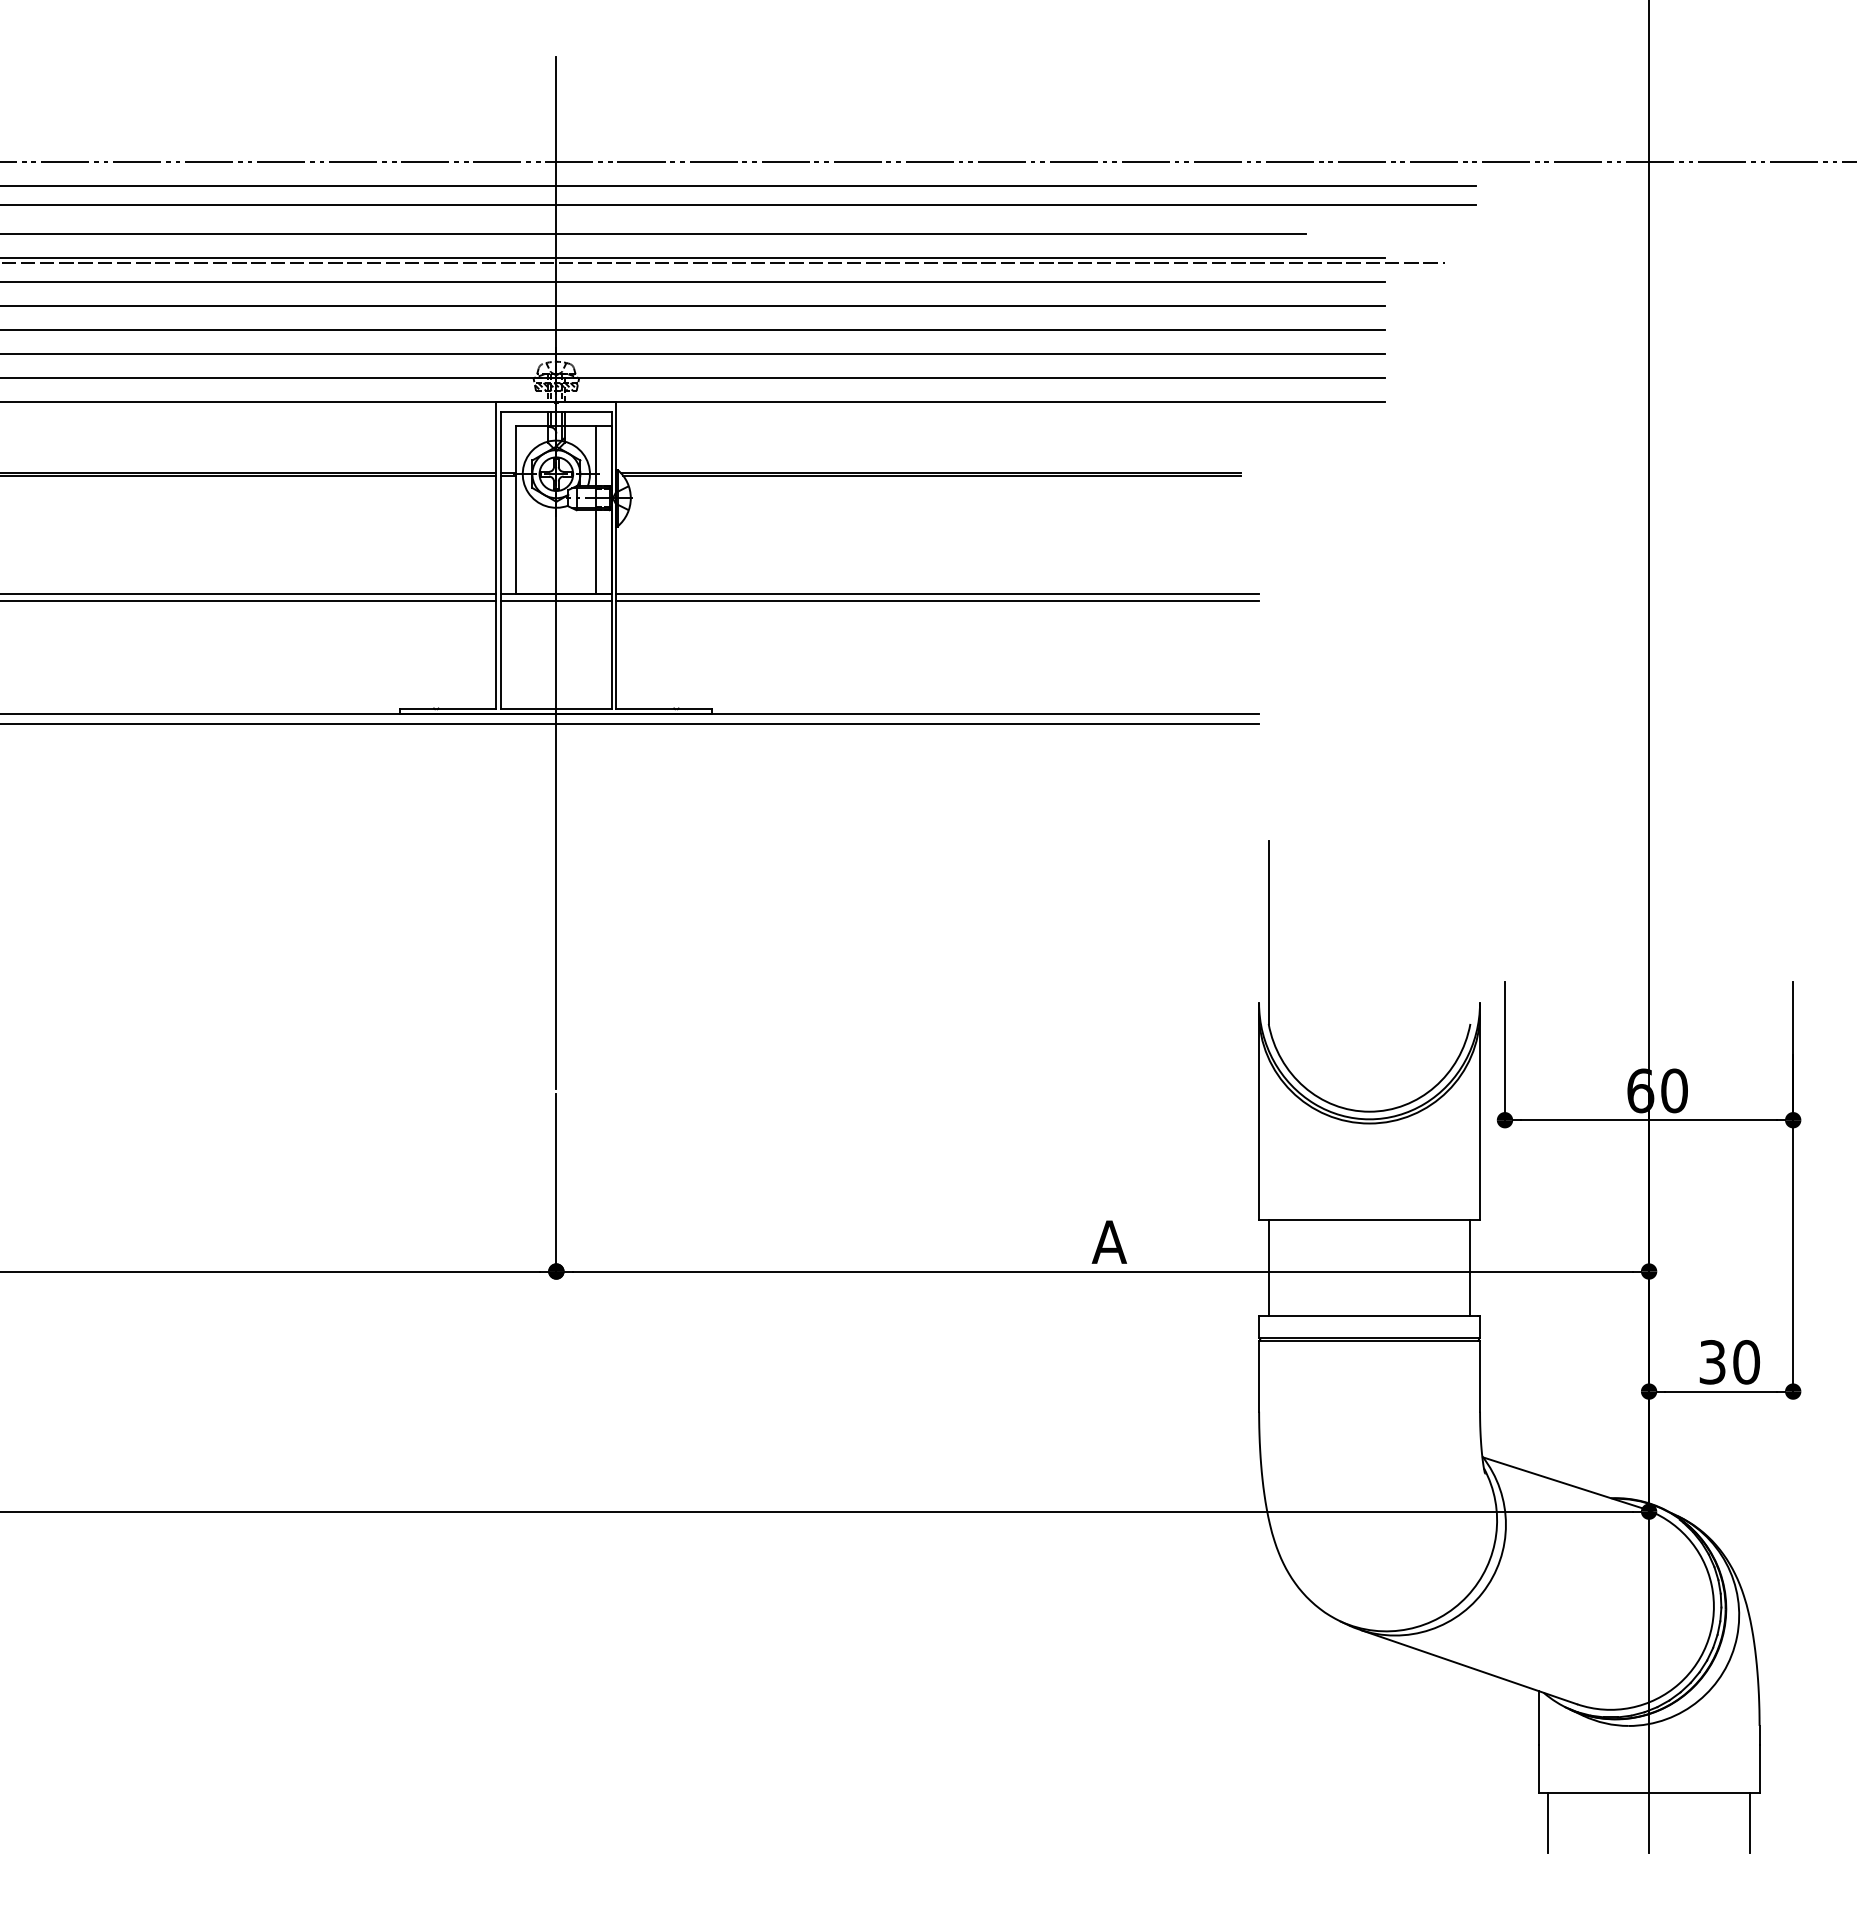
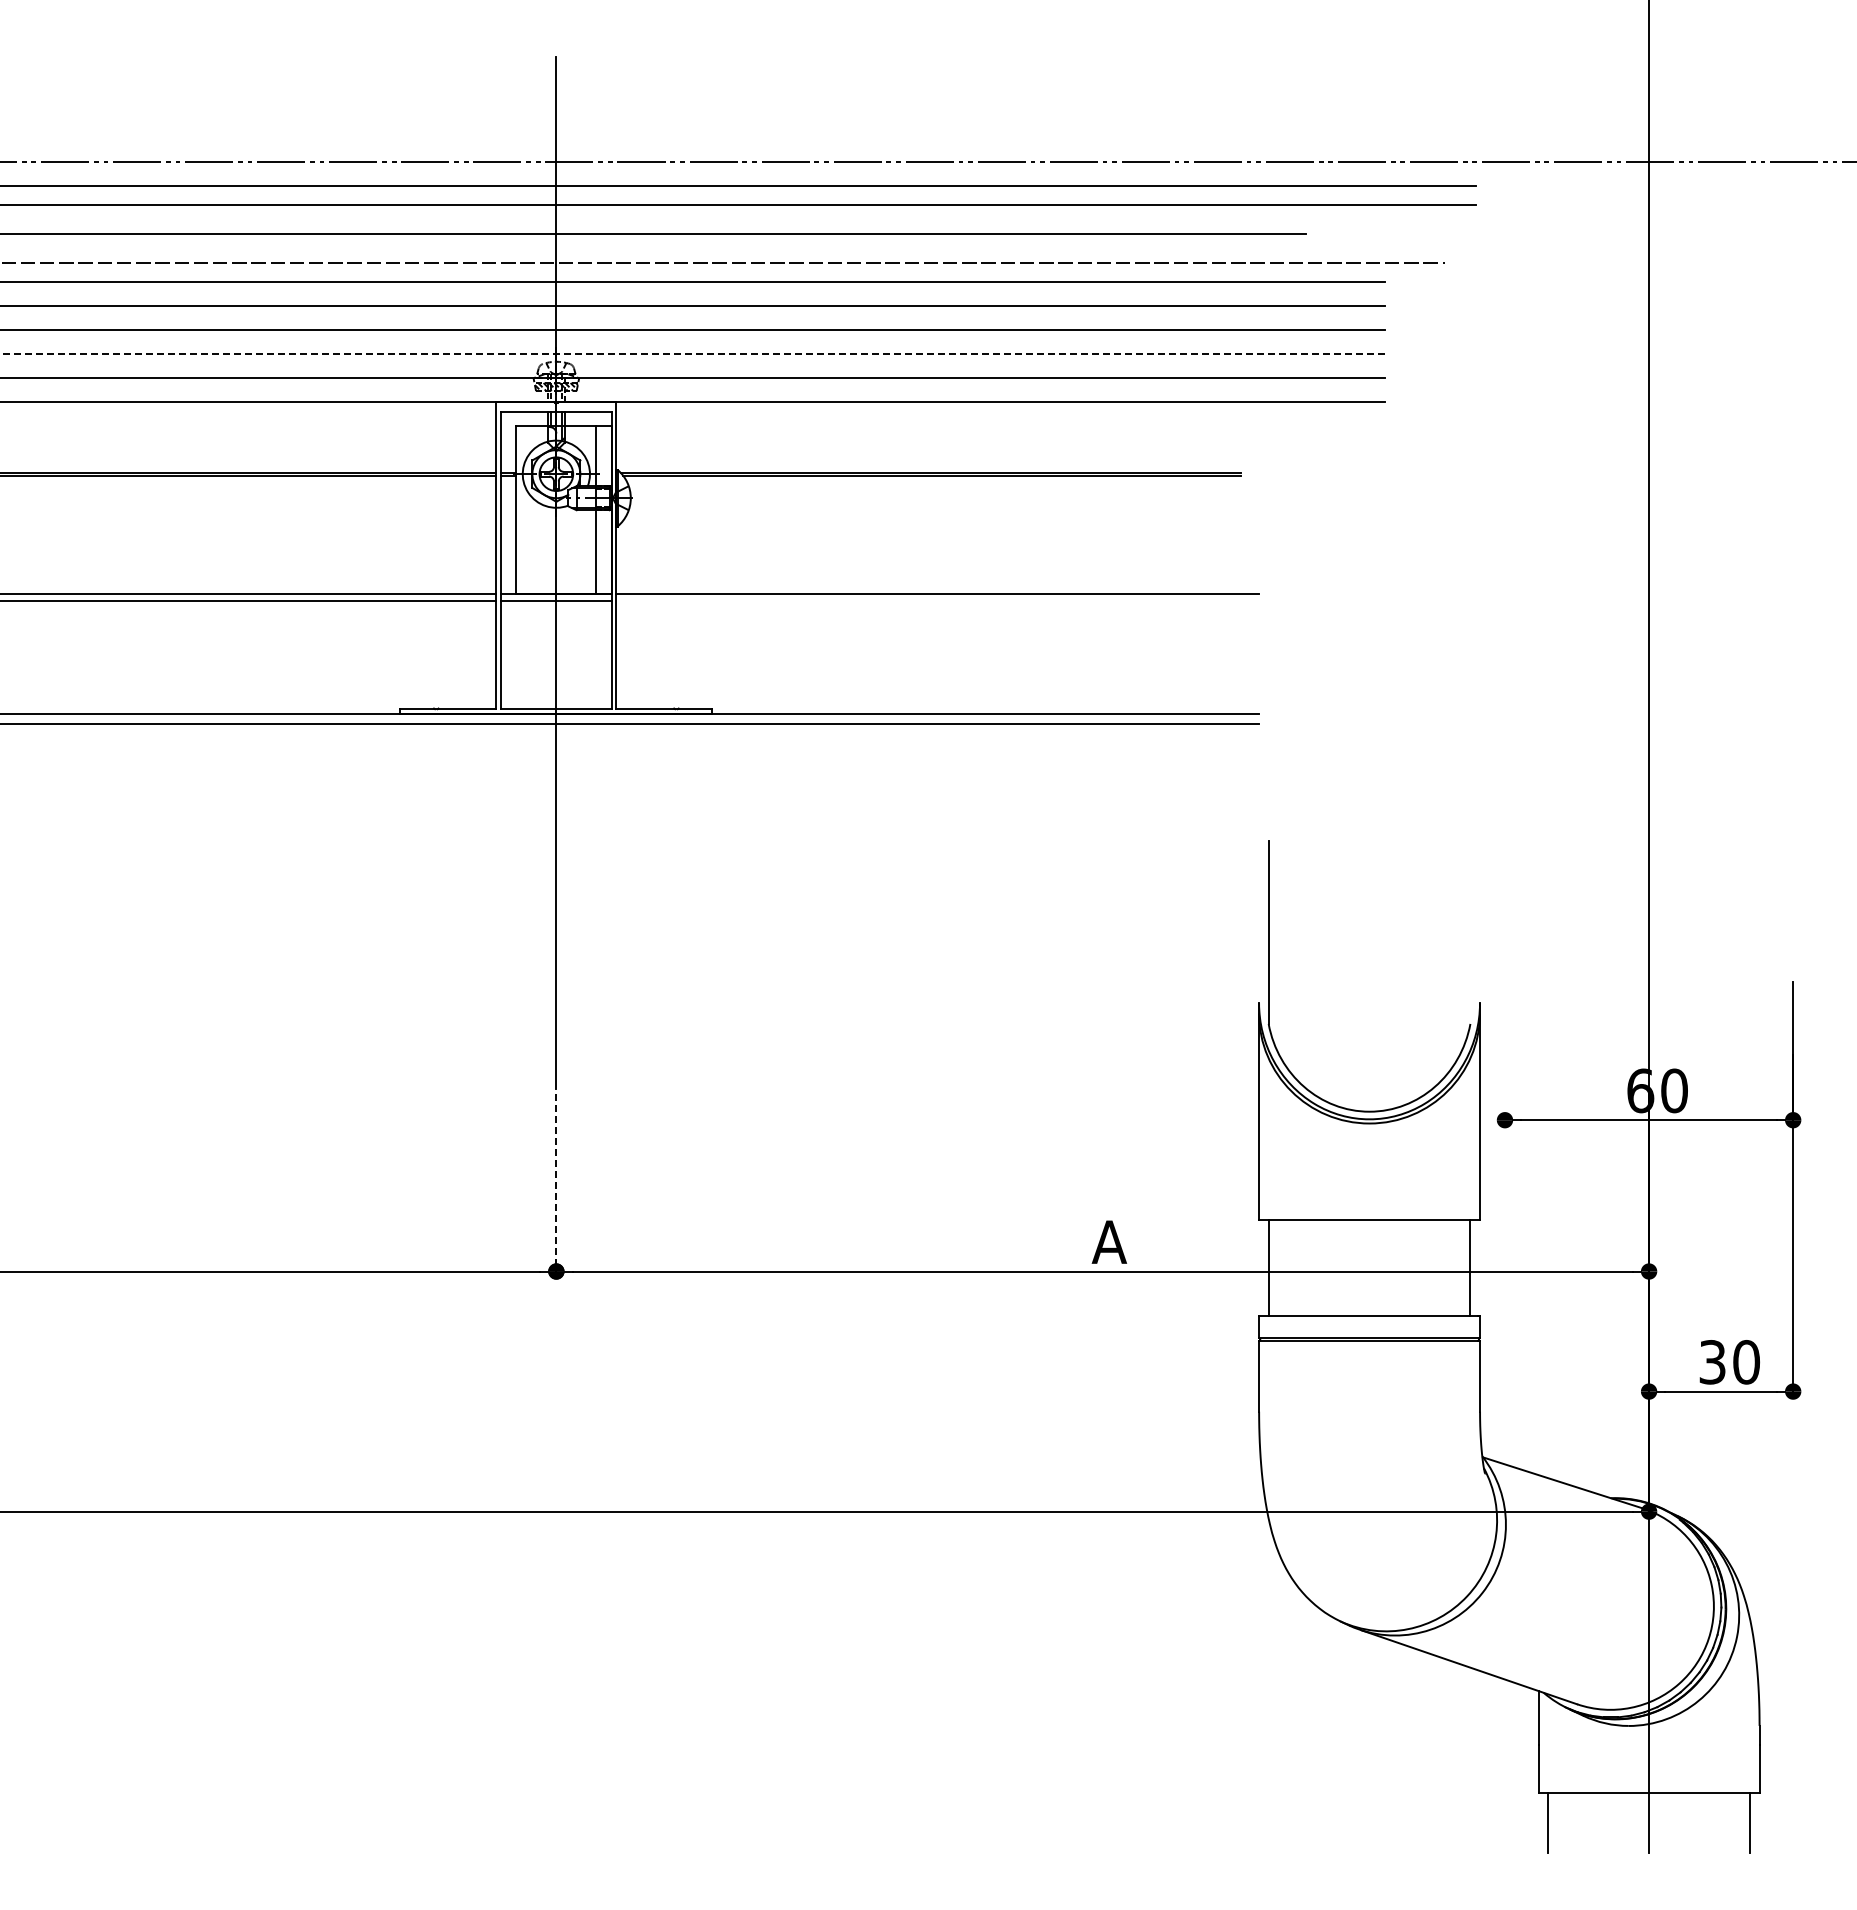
line at (693, 258): present -> none
line at (692, 354): solid -> dashed
line at (937, 601): present -> none
line at (1504, 1053): present -> none
line at (556, 1185): solid -> dashed
